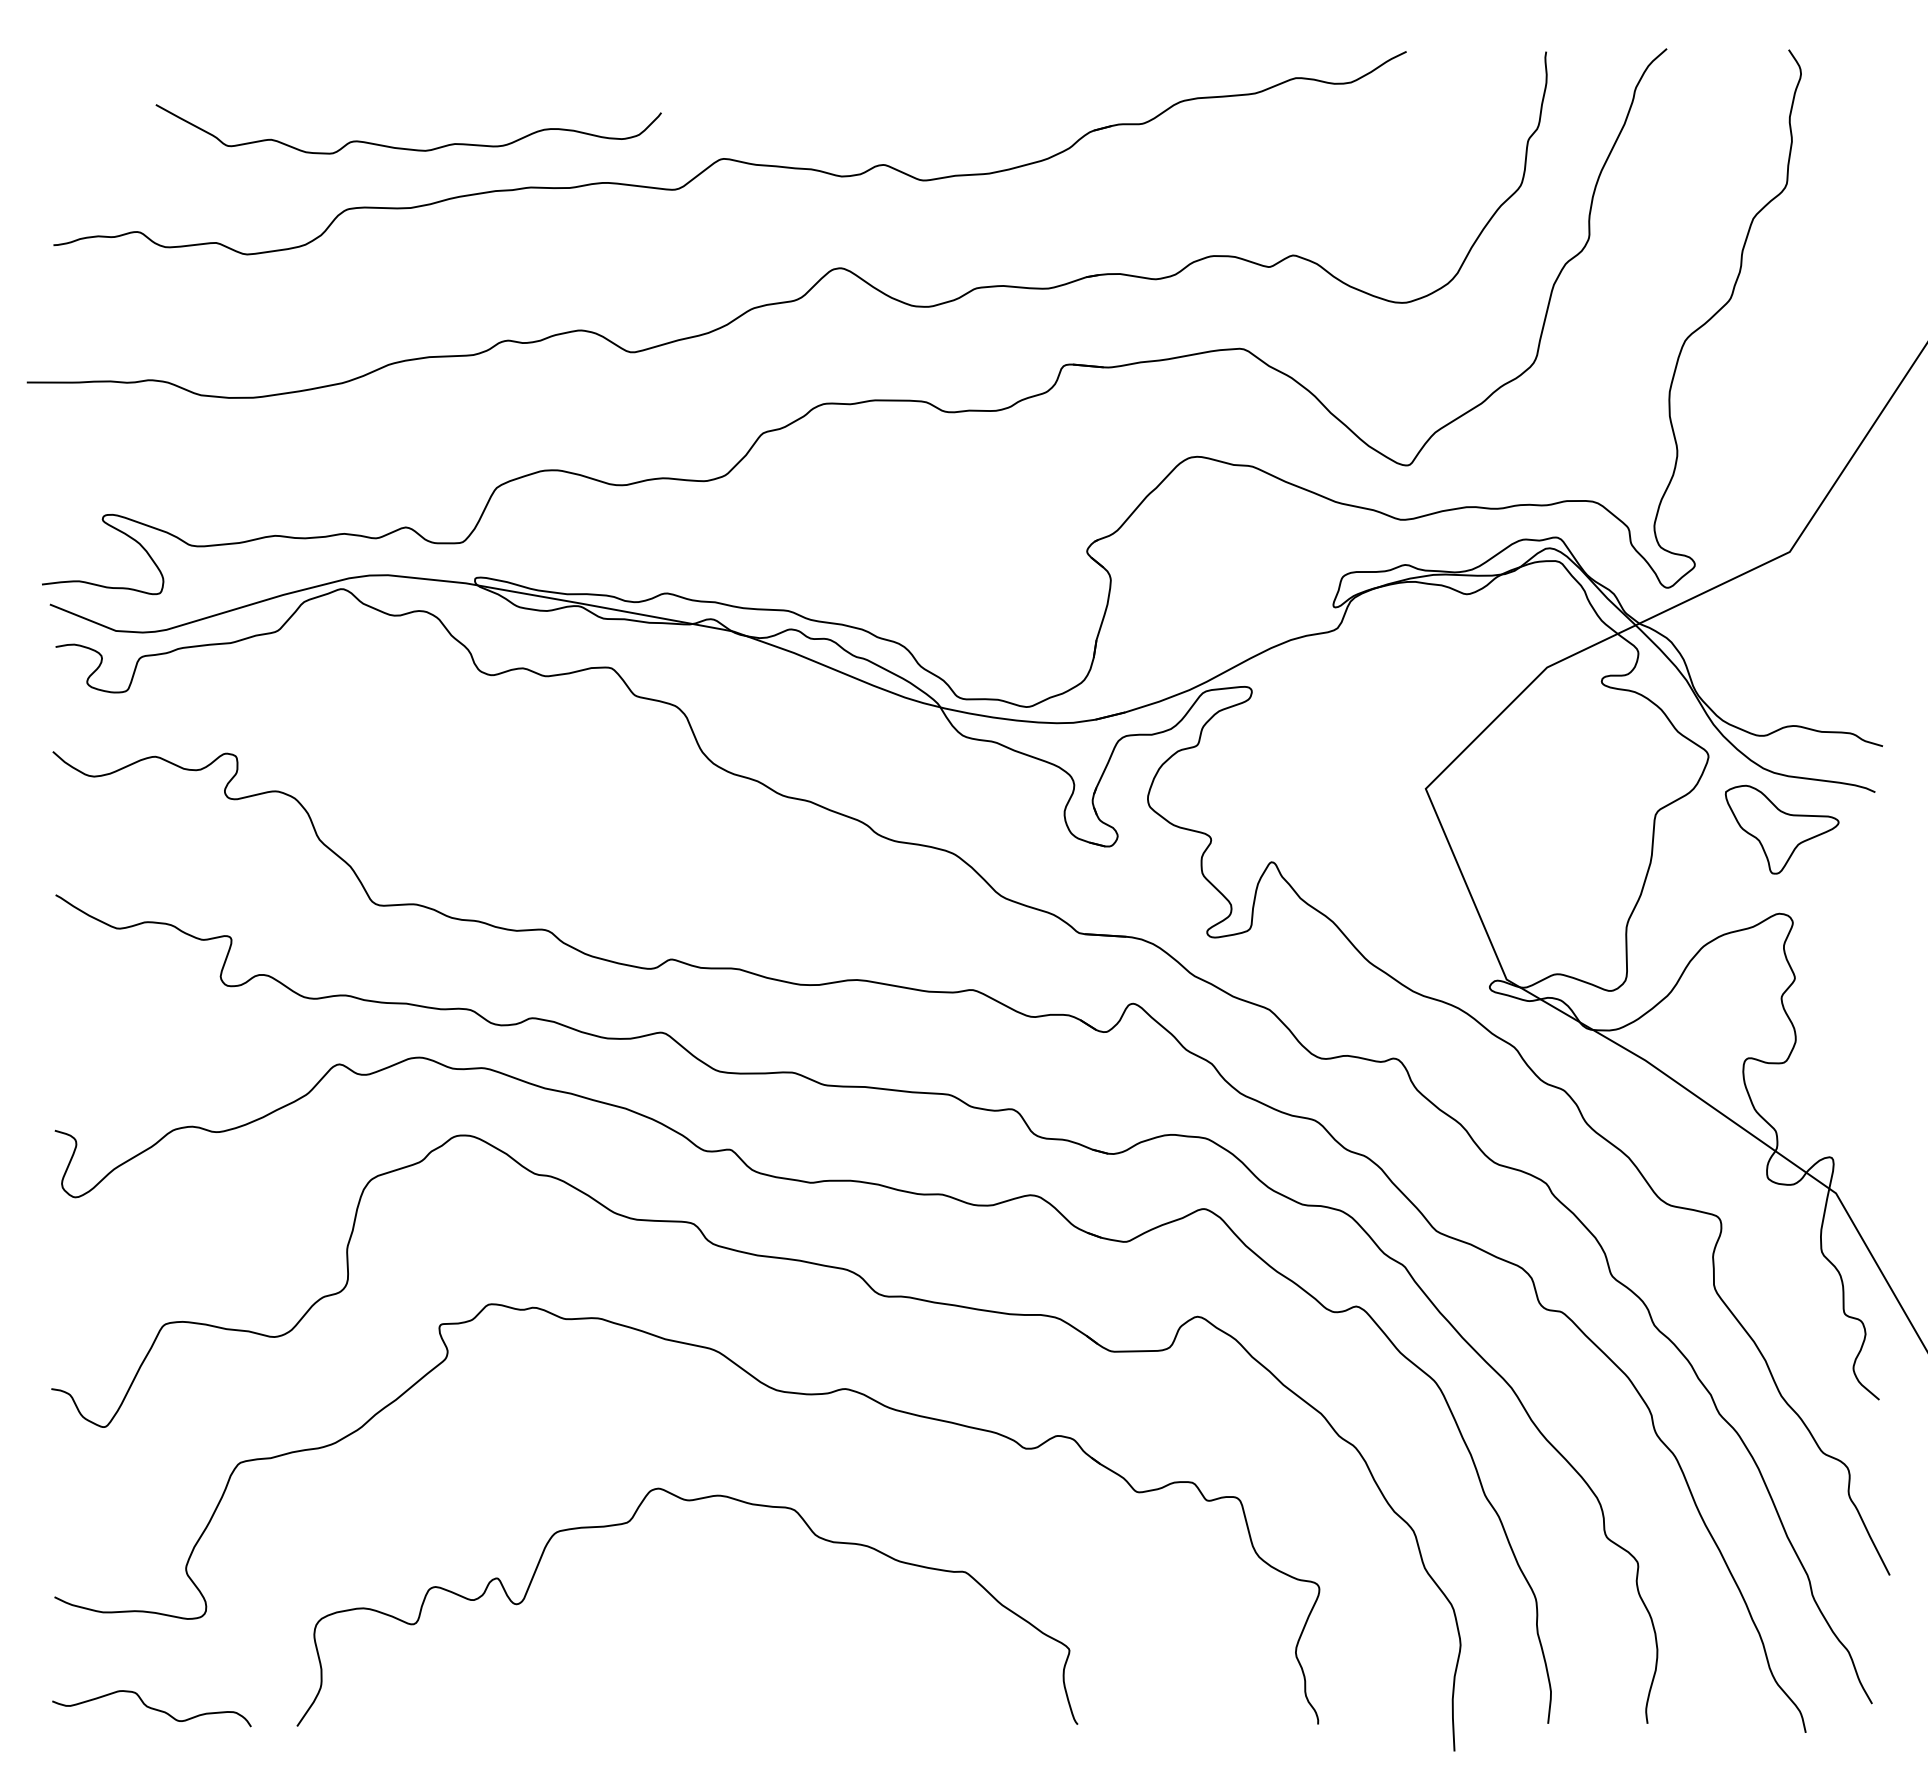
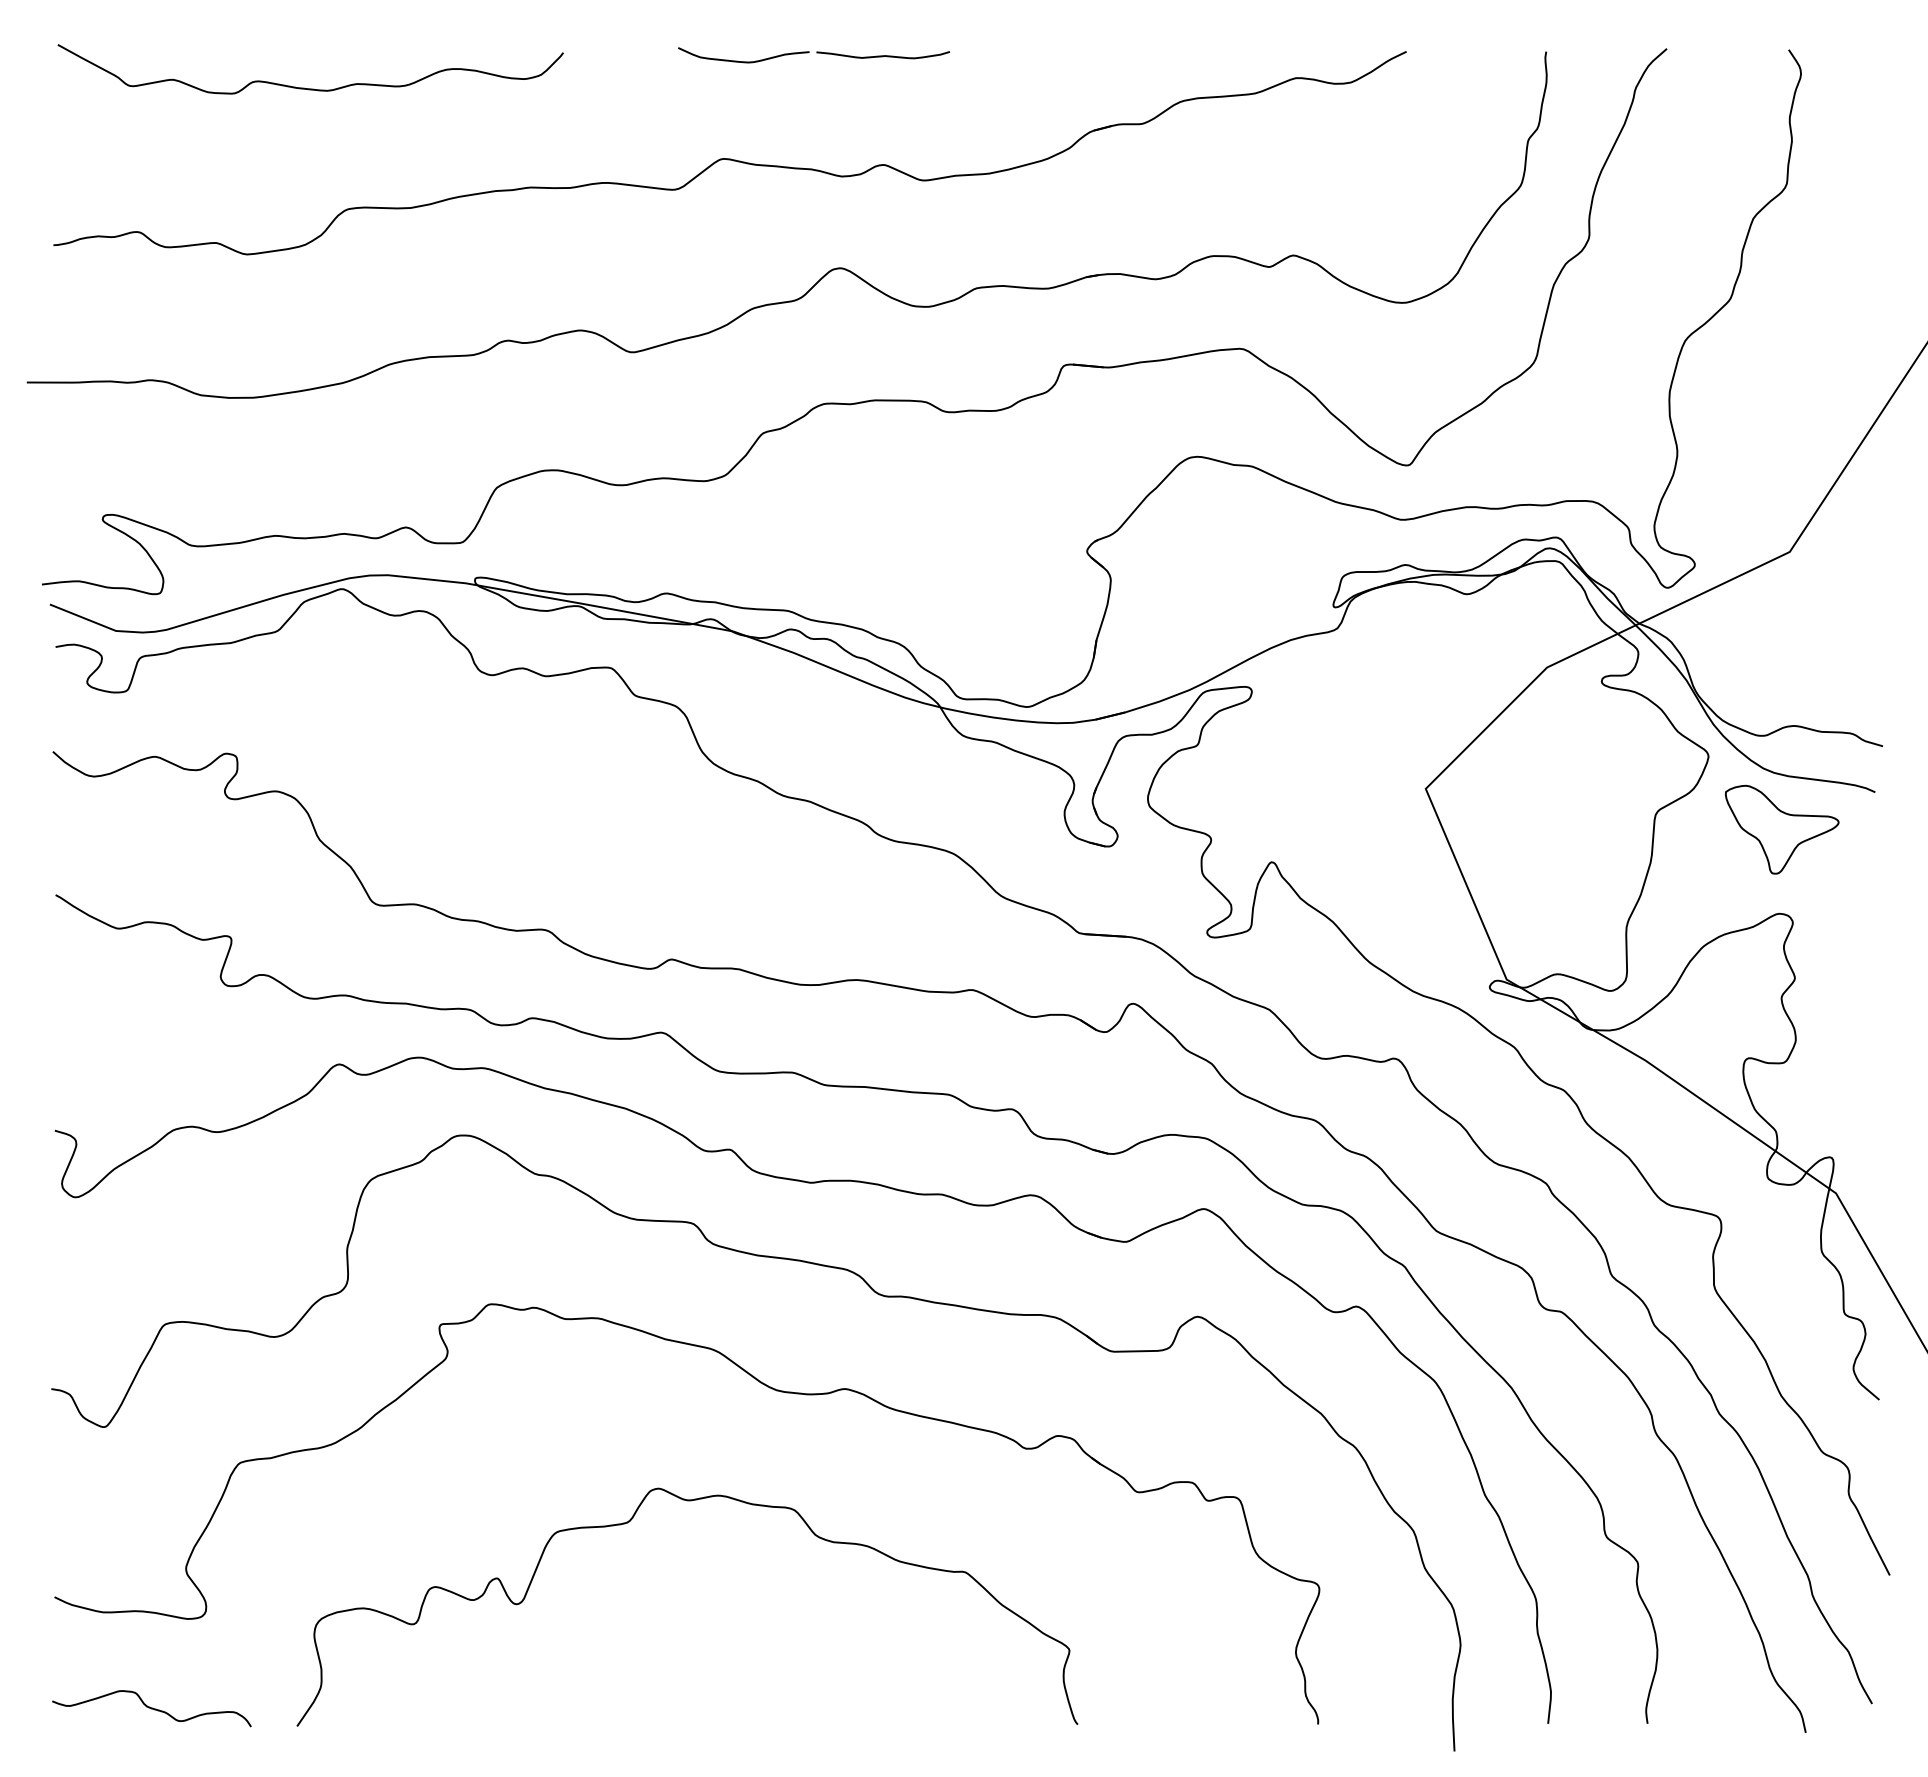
part at (813, 55): none -> present
curve at (402, 147) position: (402, 147) -> (304, 87)
